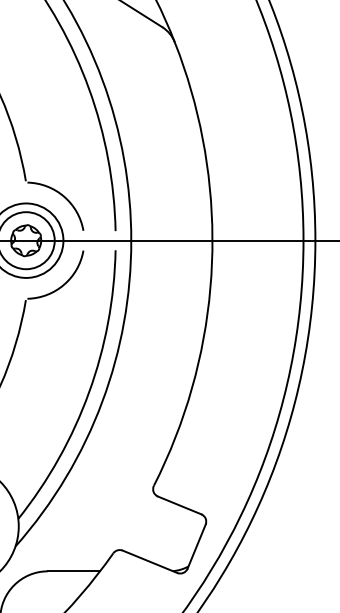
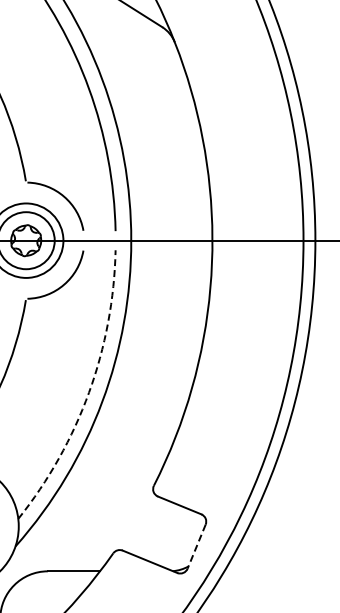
arc at (89, 392): solid -> dashed
line at (196, 546): solid -> dashed
